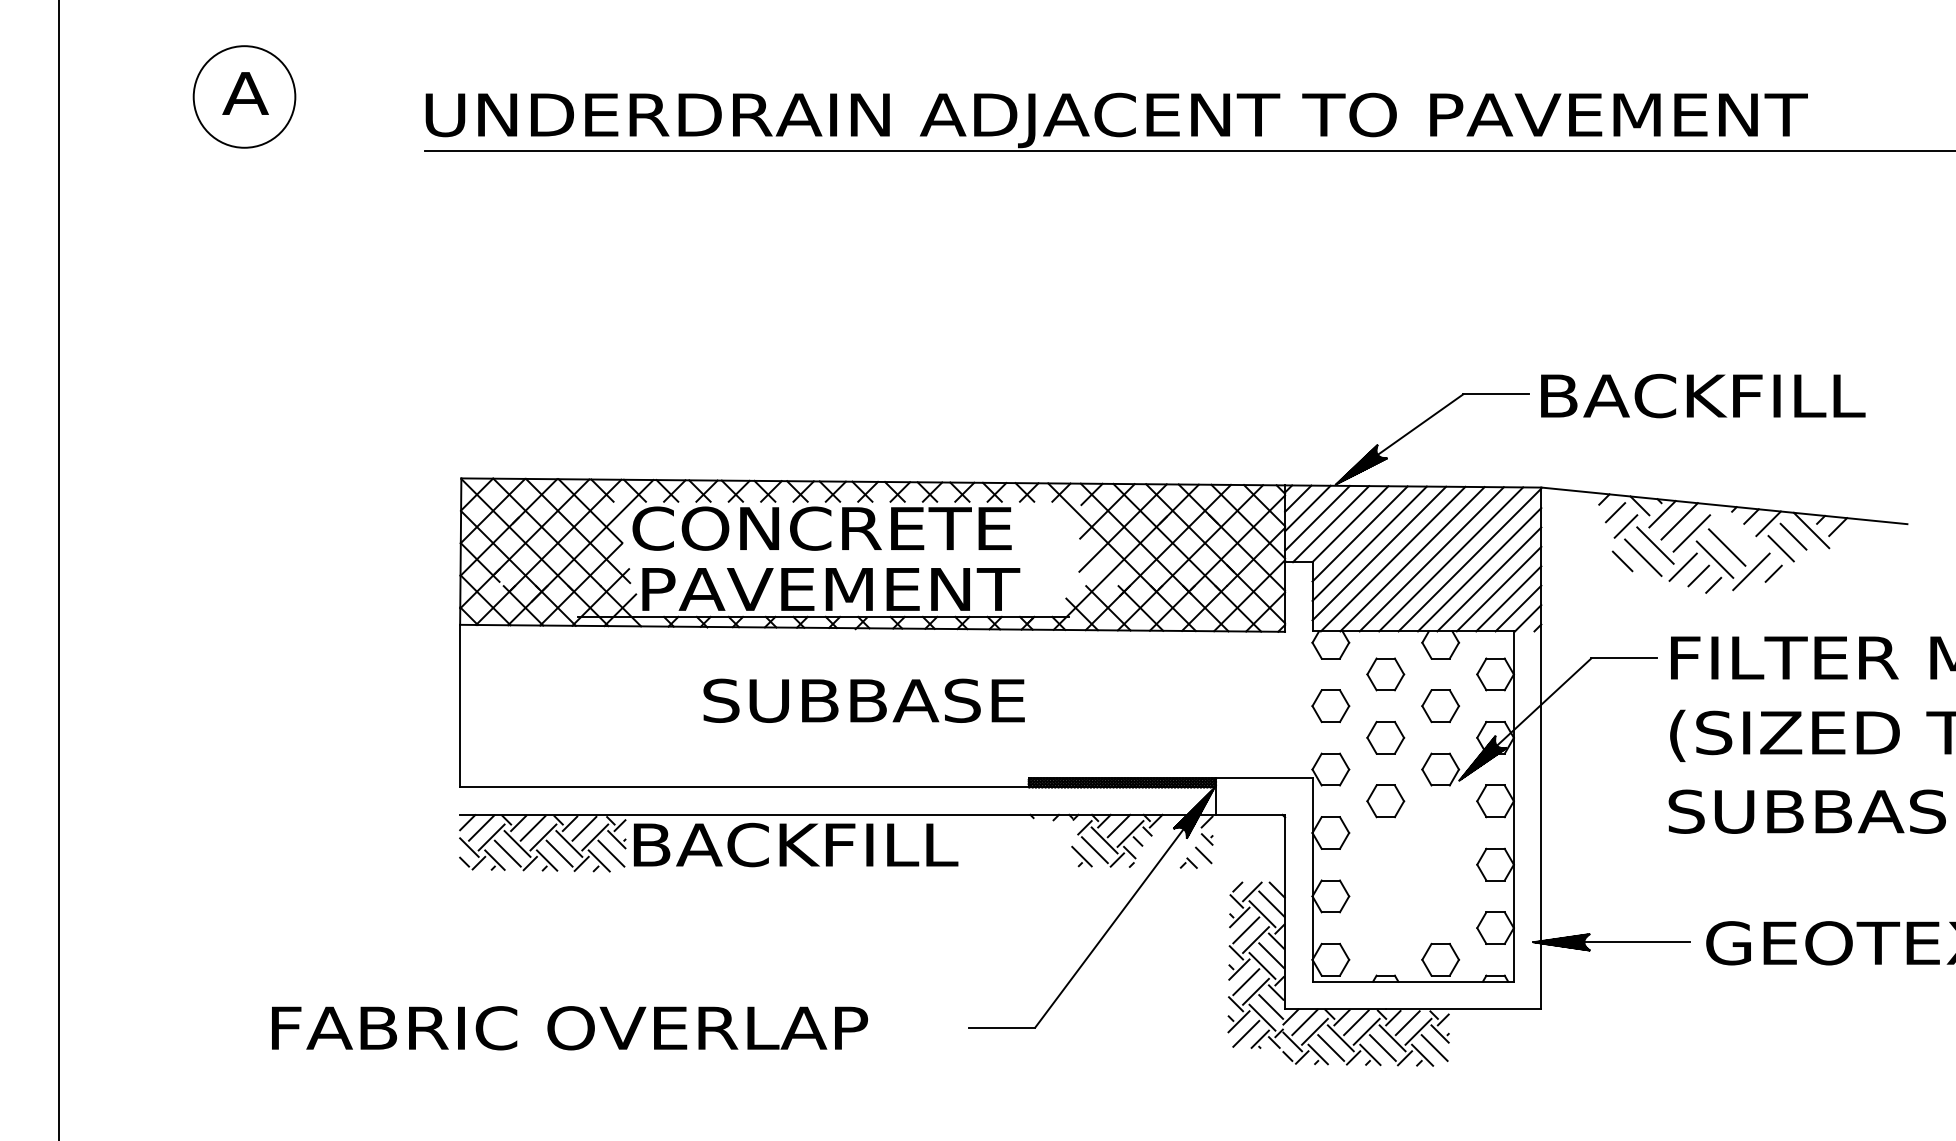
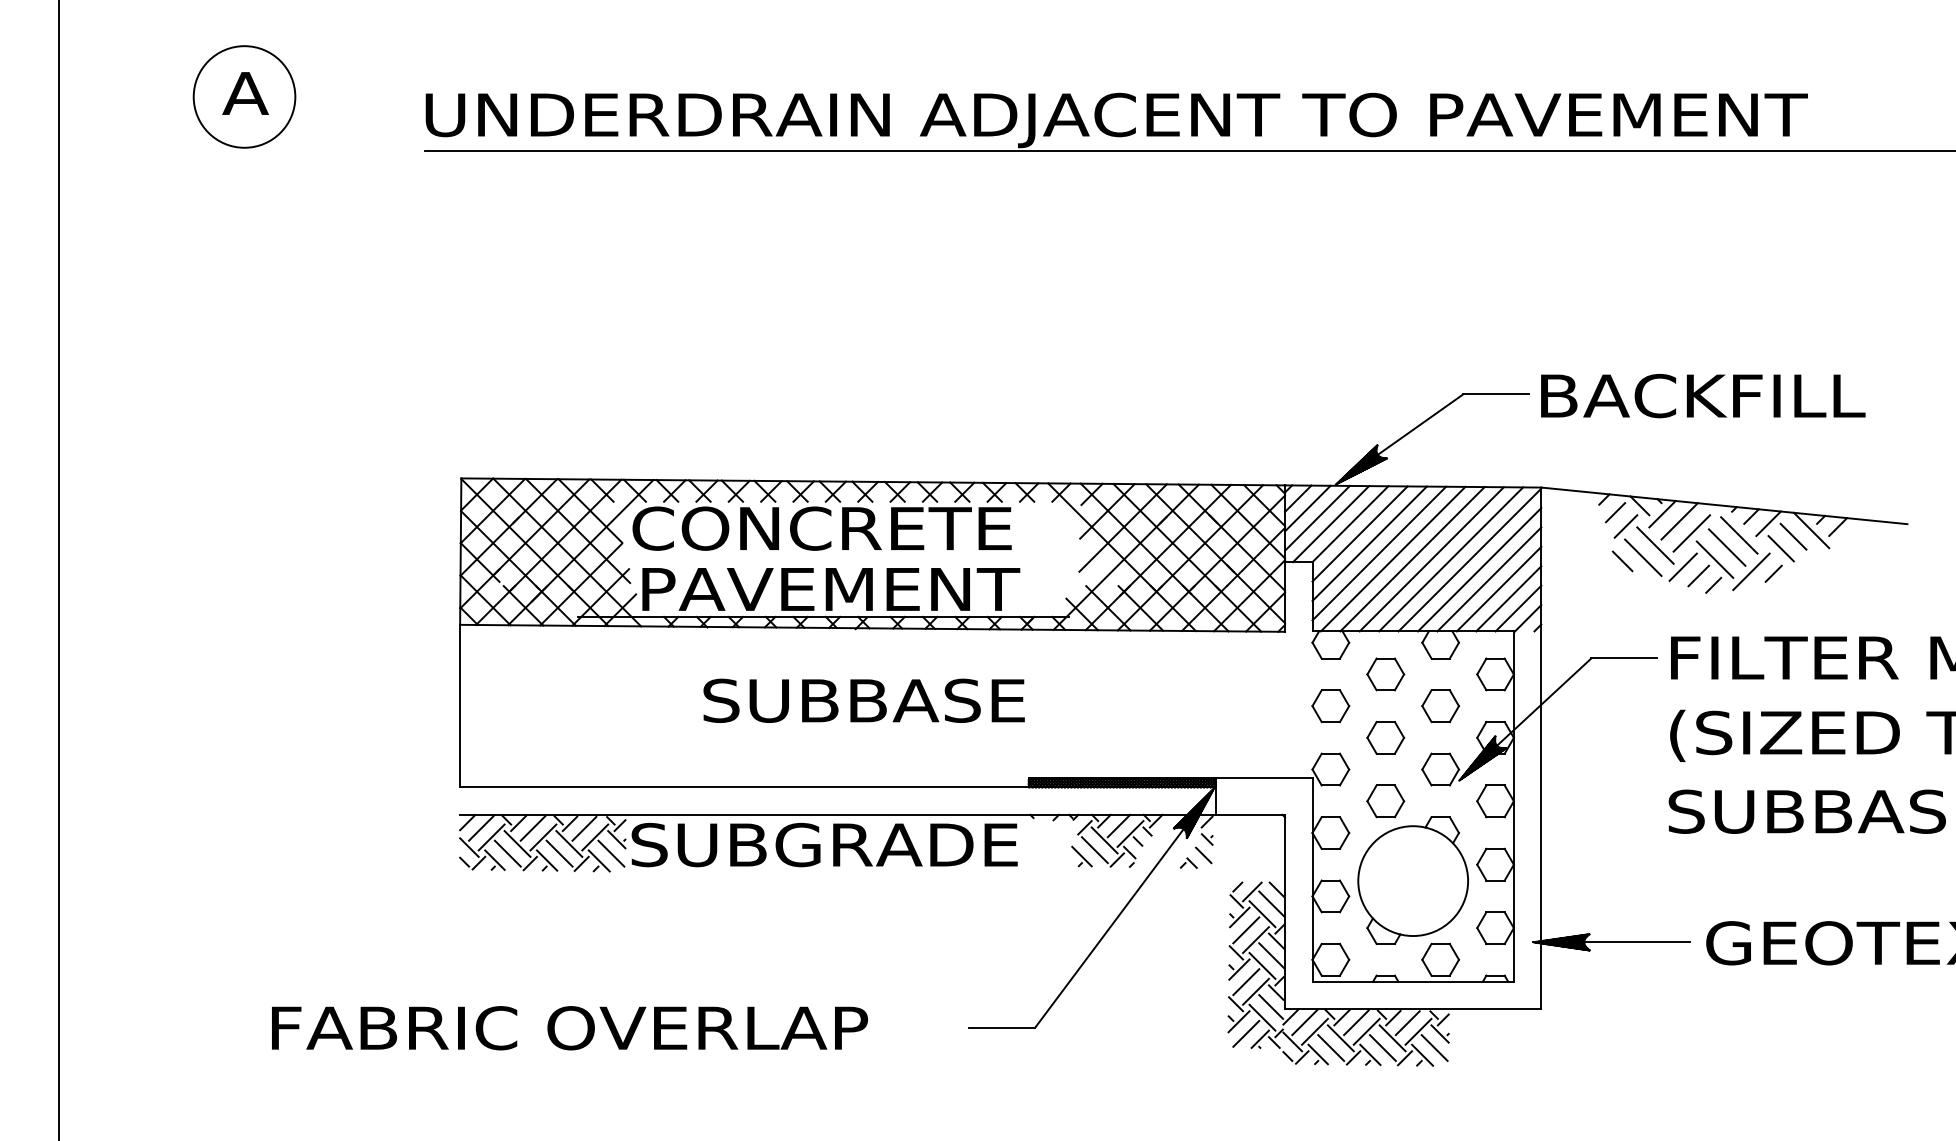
line at (1739, 535): none -> present
text at (824, 844): BACKFILL -> SUBGRADE
part at (1412, 880): none -> present
